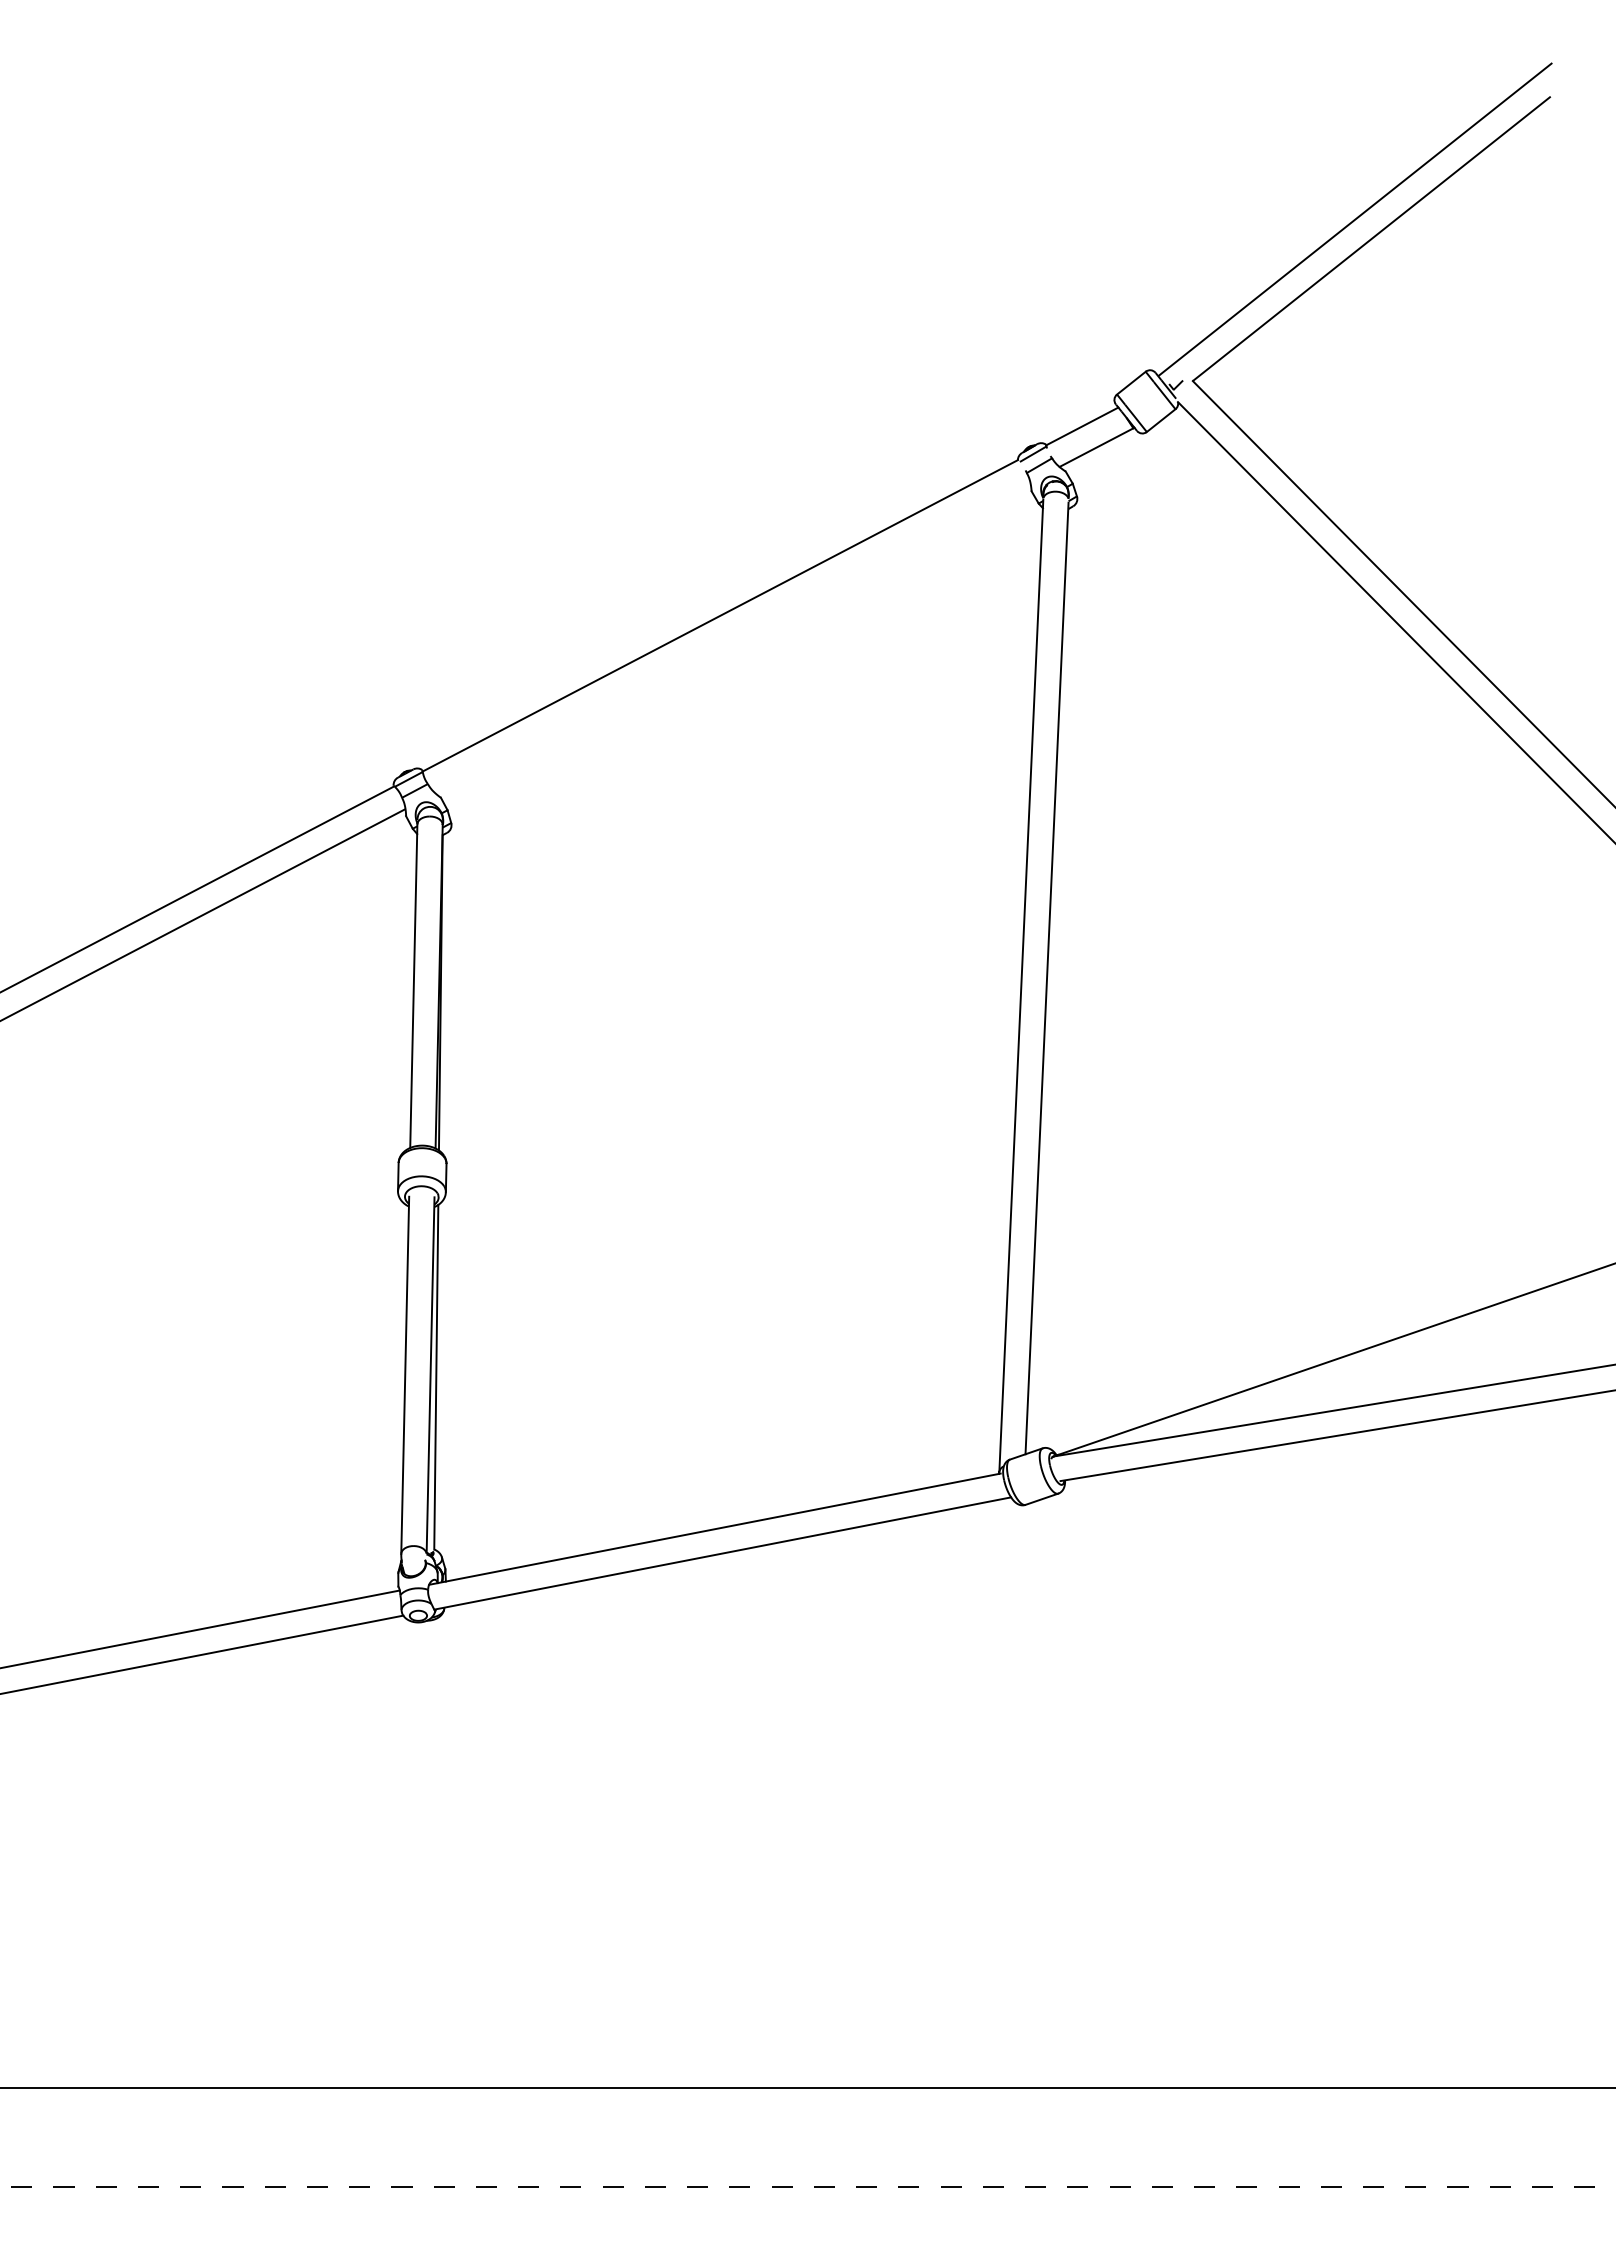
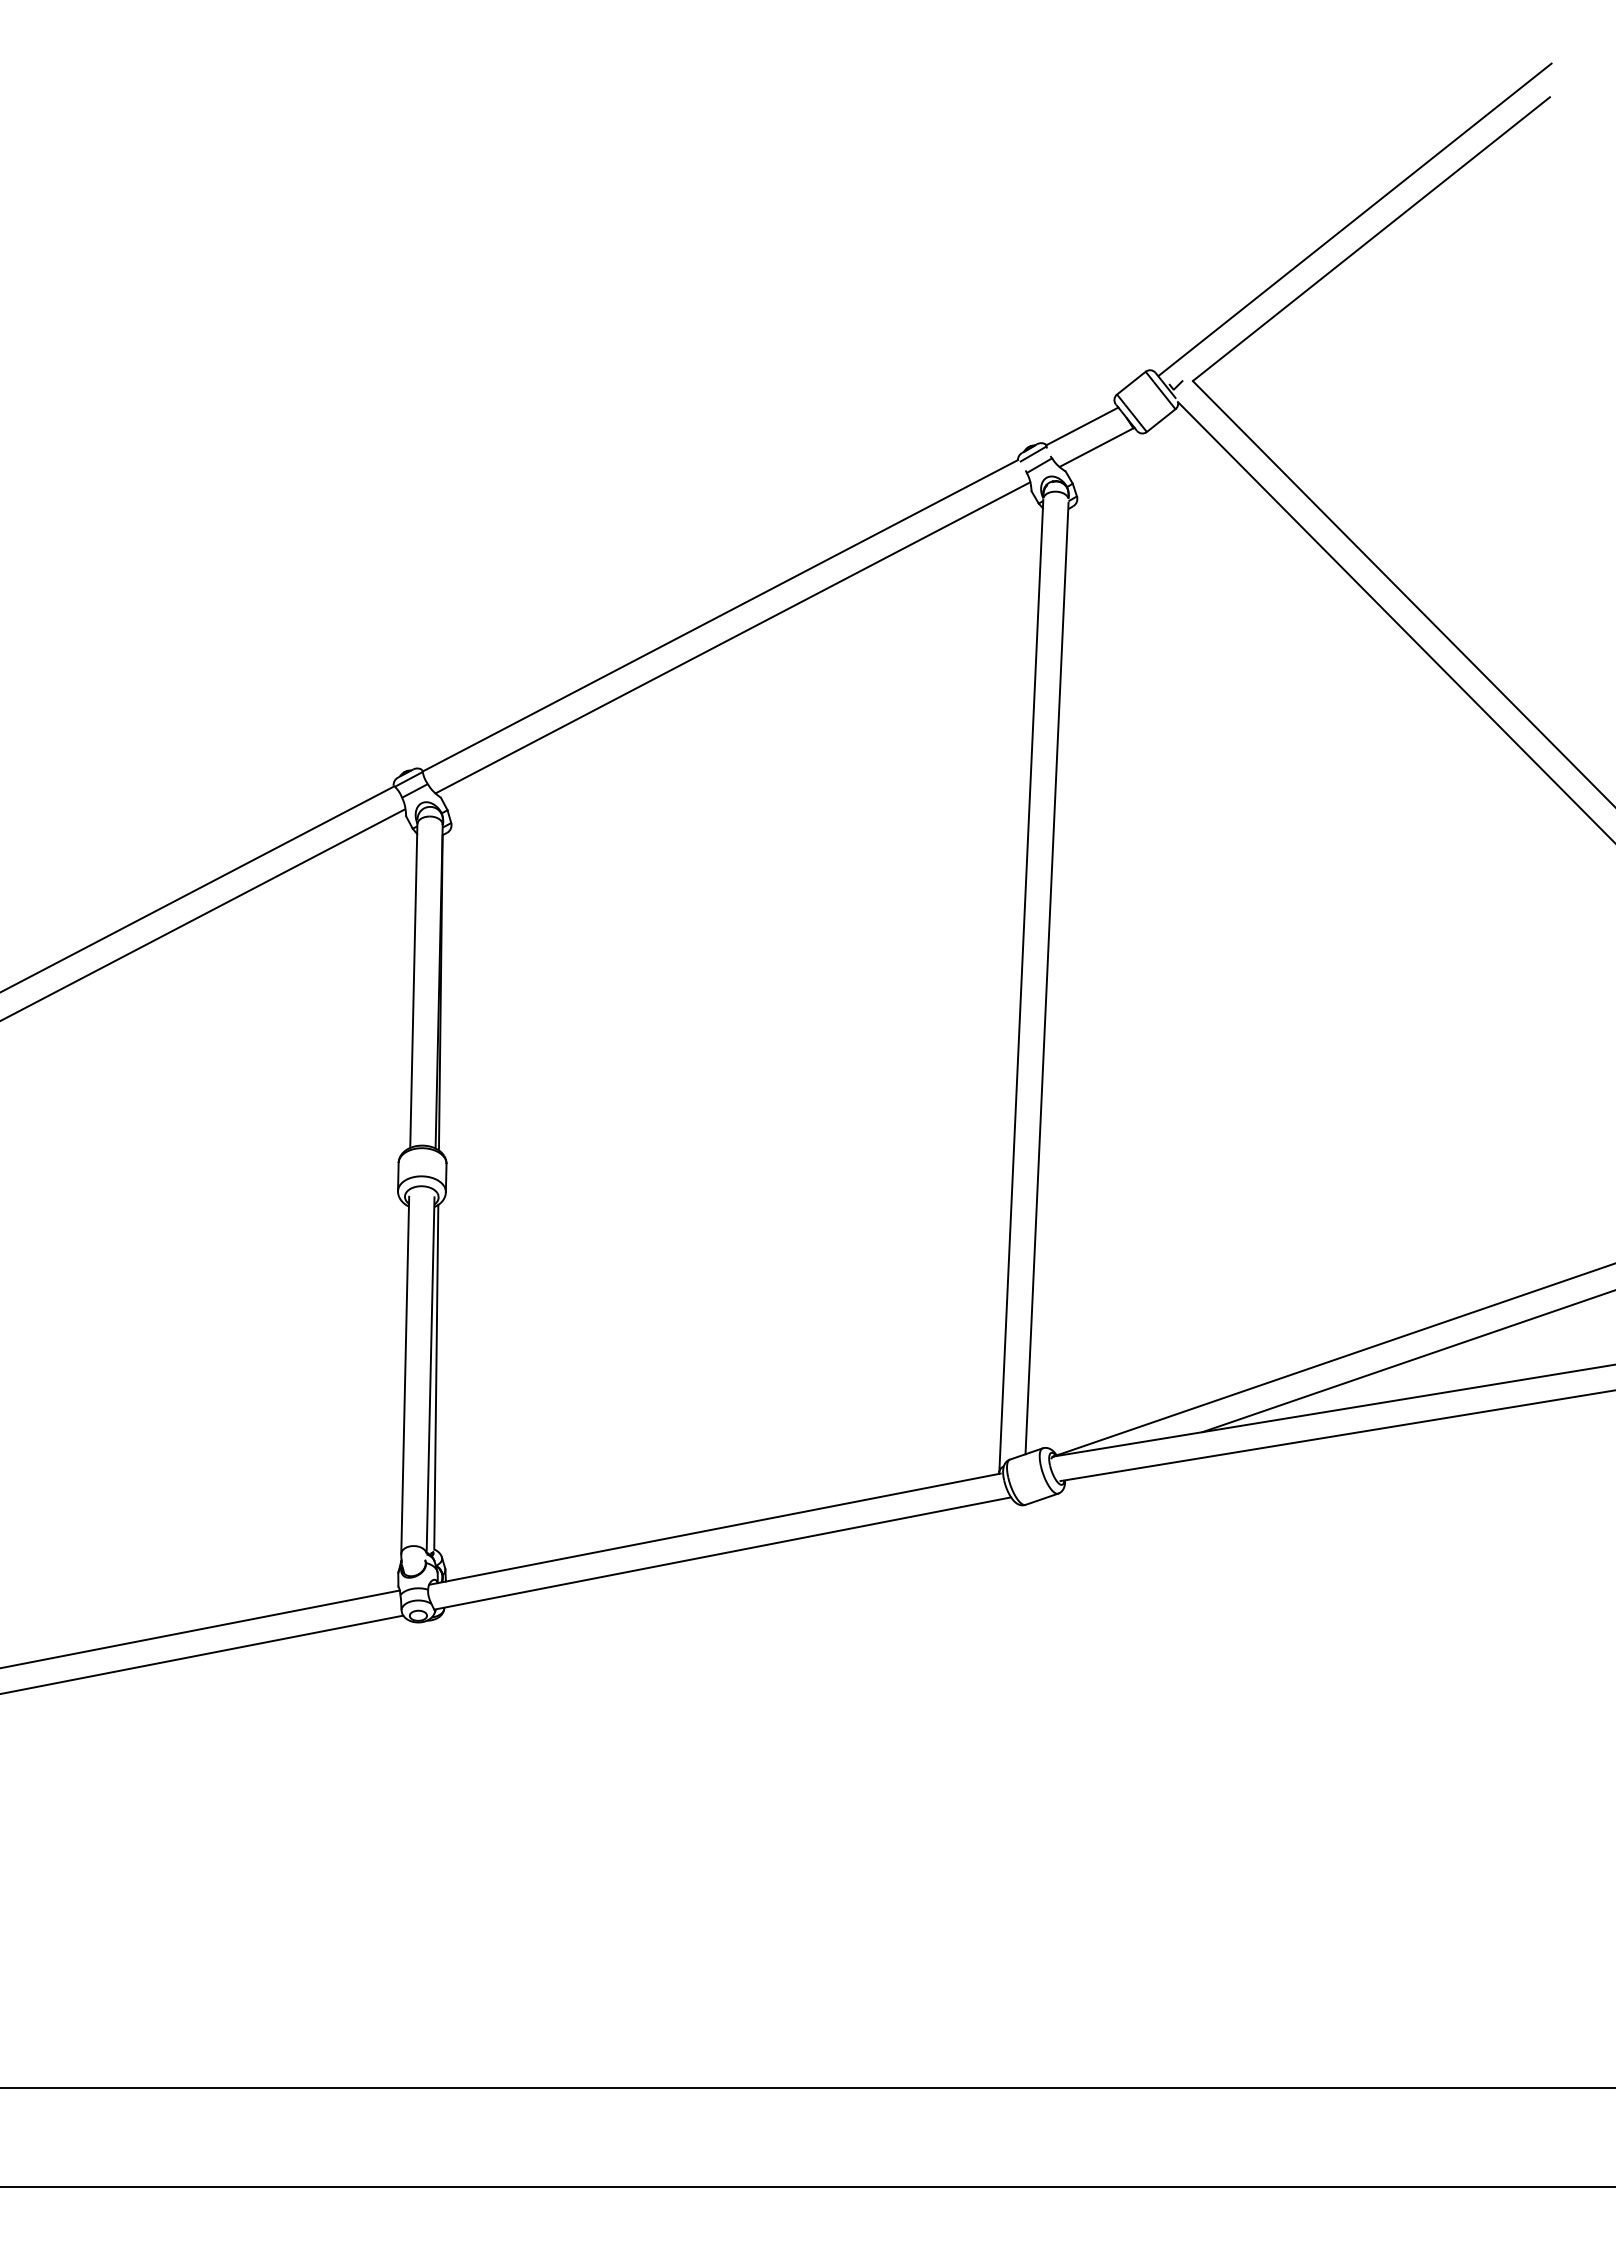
line at (732, 637): none -> present
line at (1407, 1361): none -> present
line at (808, 2186): dashed -> solid
